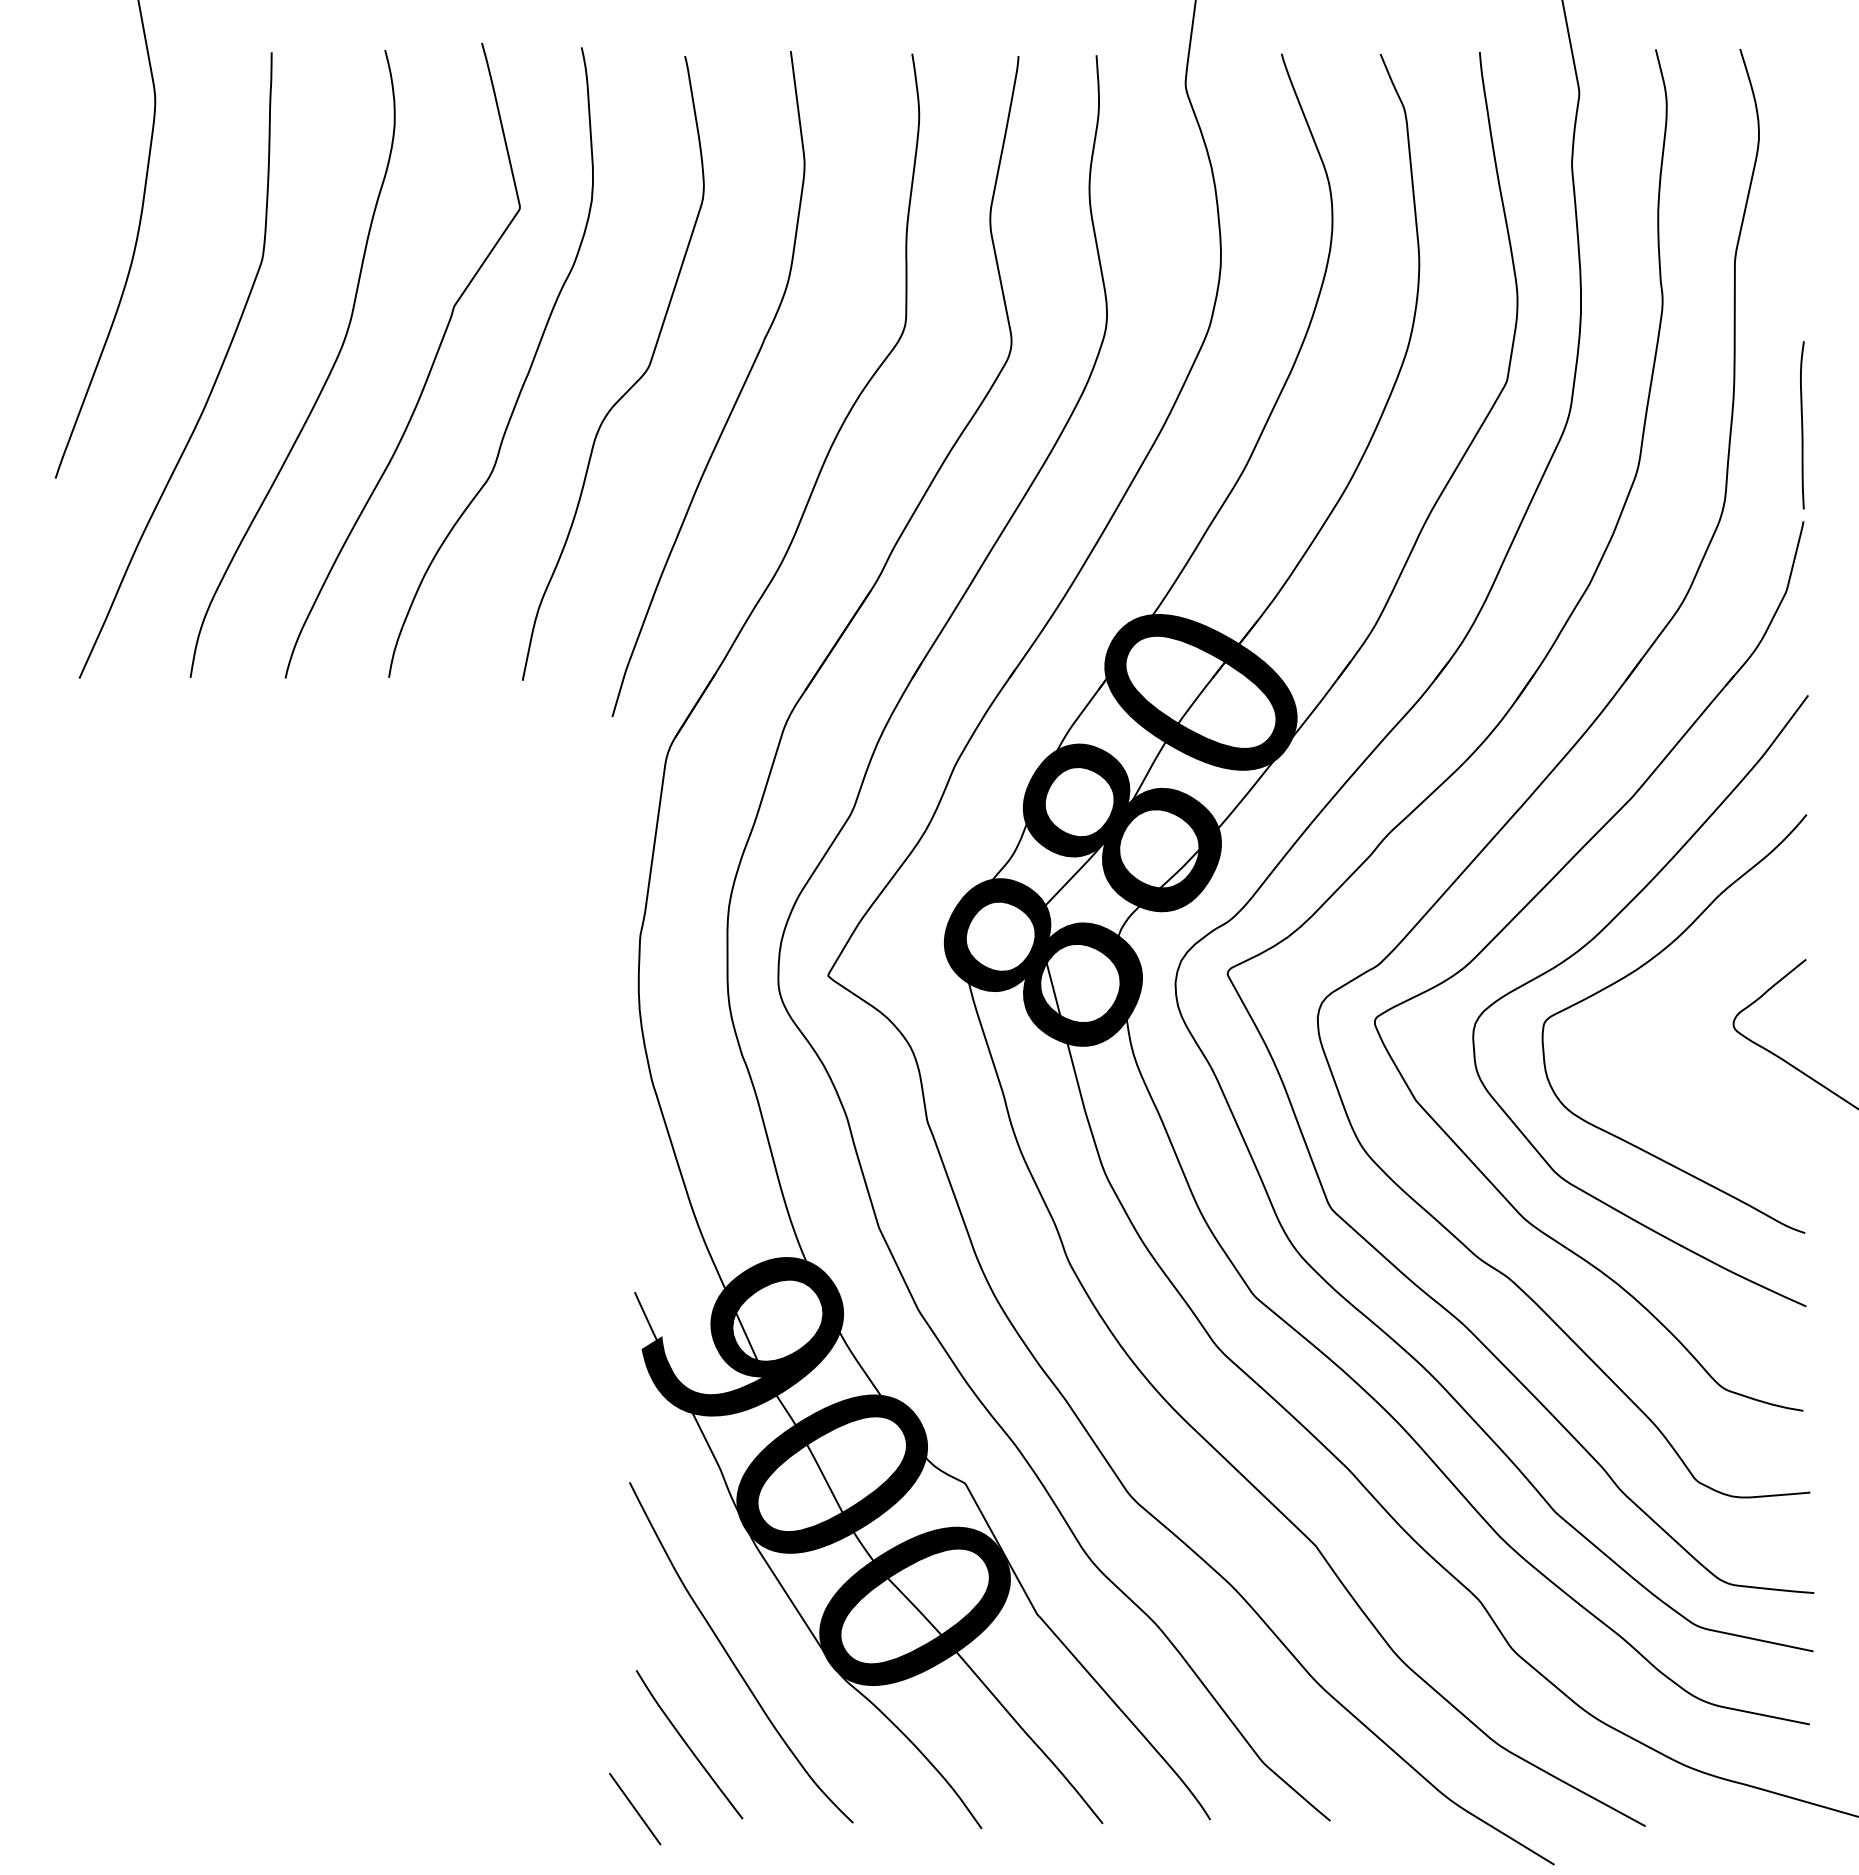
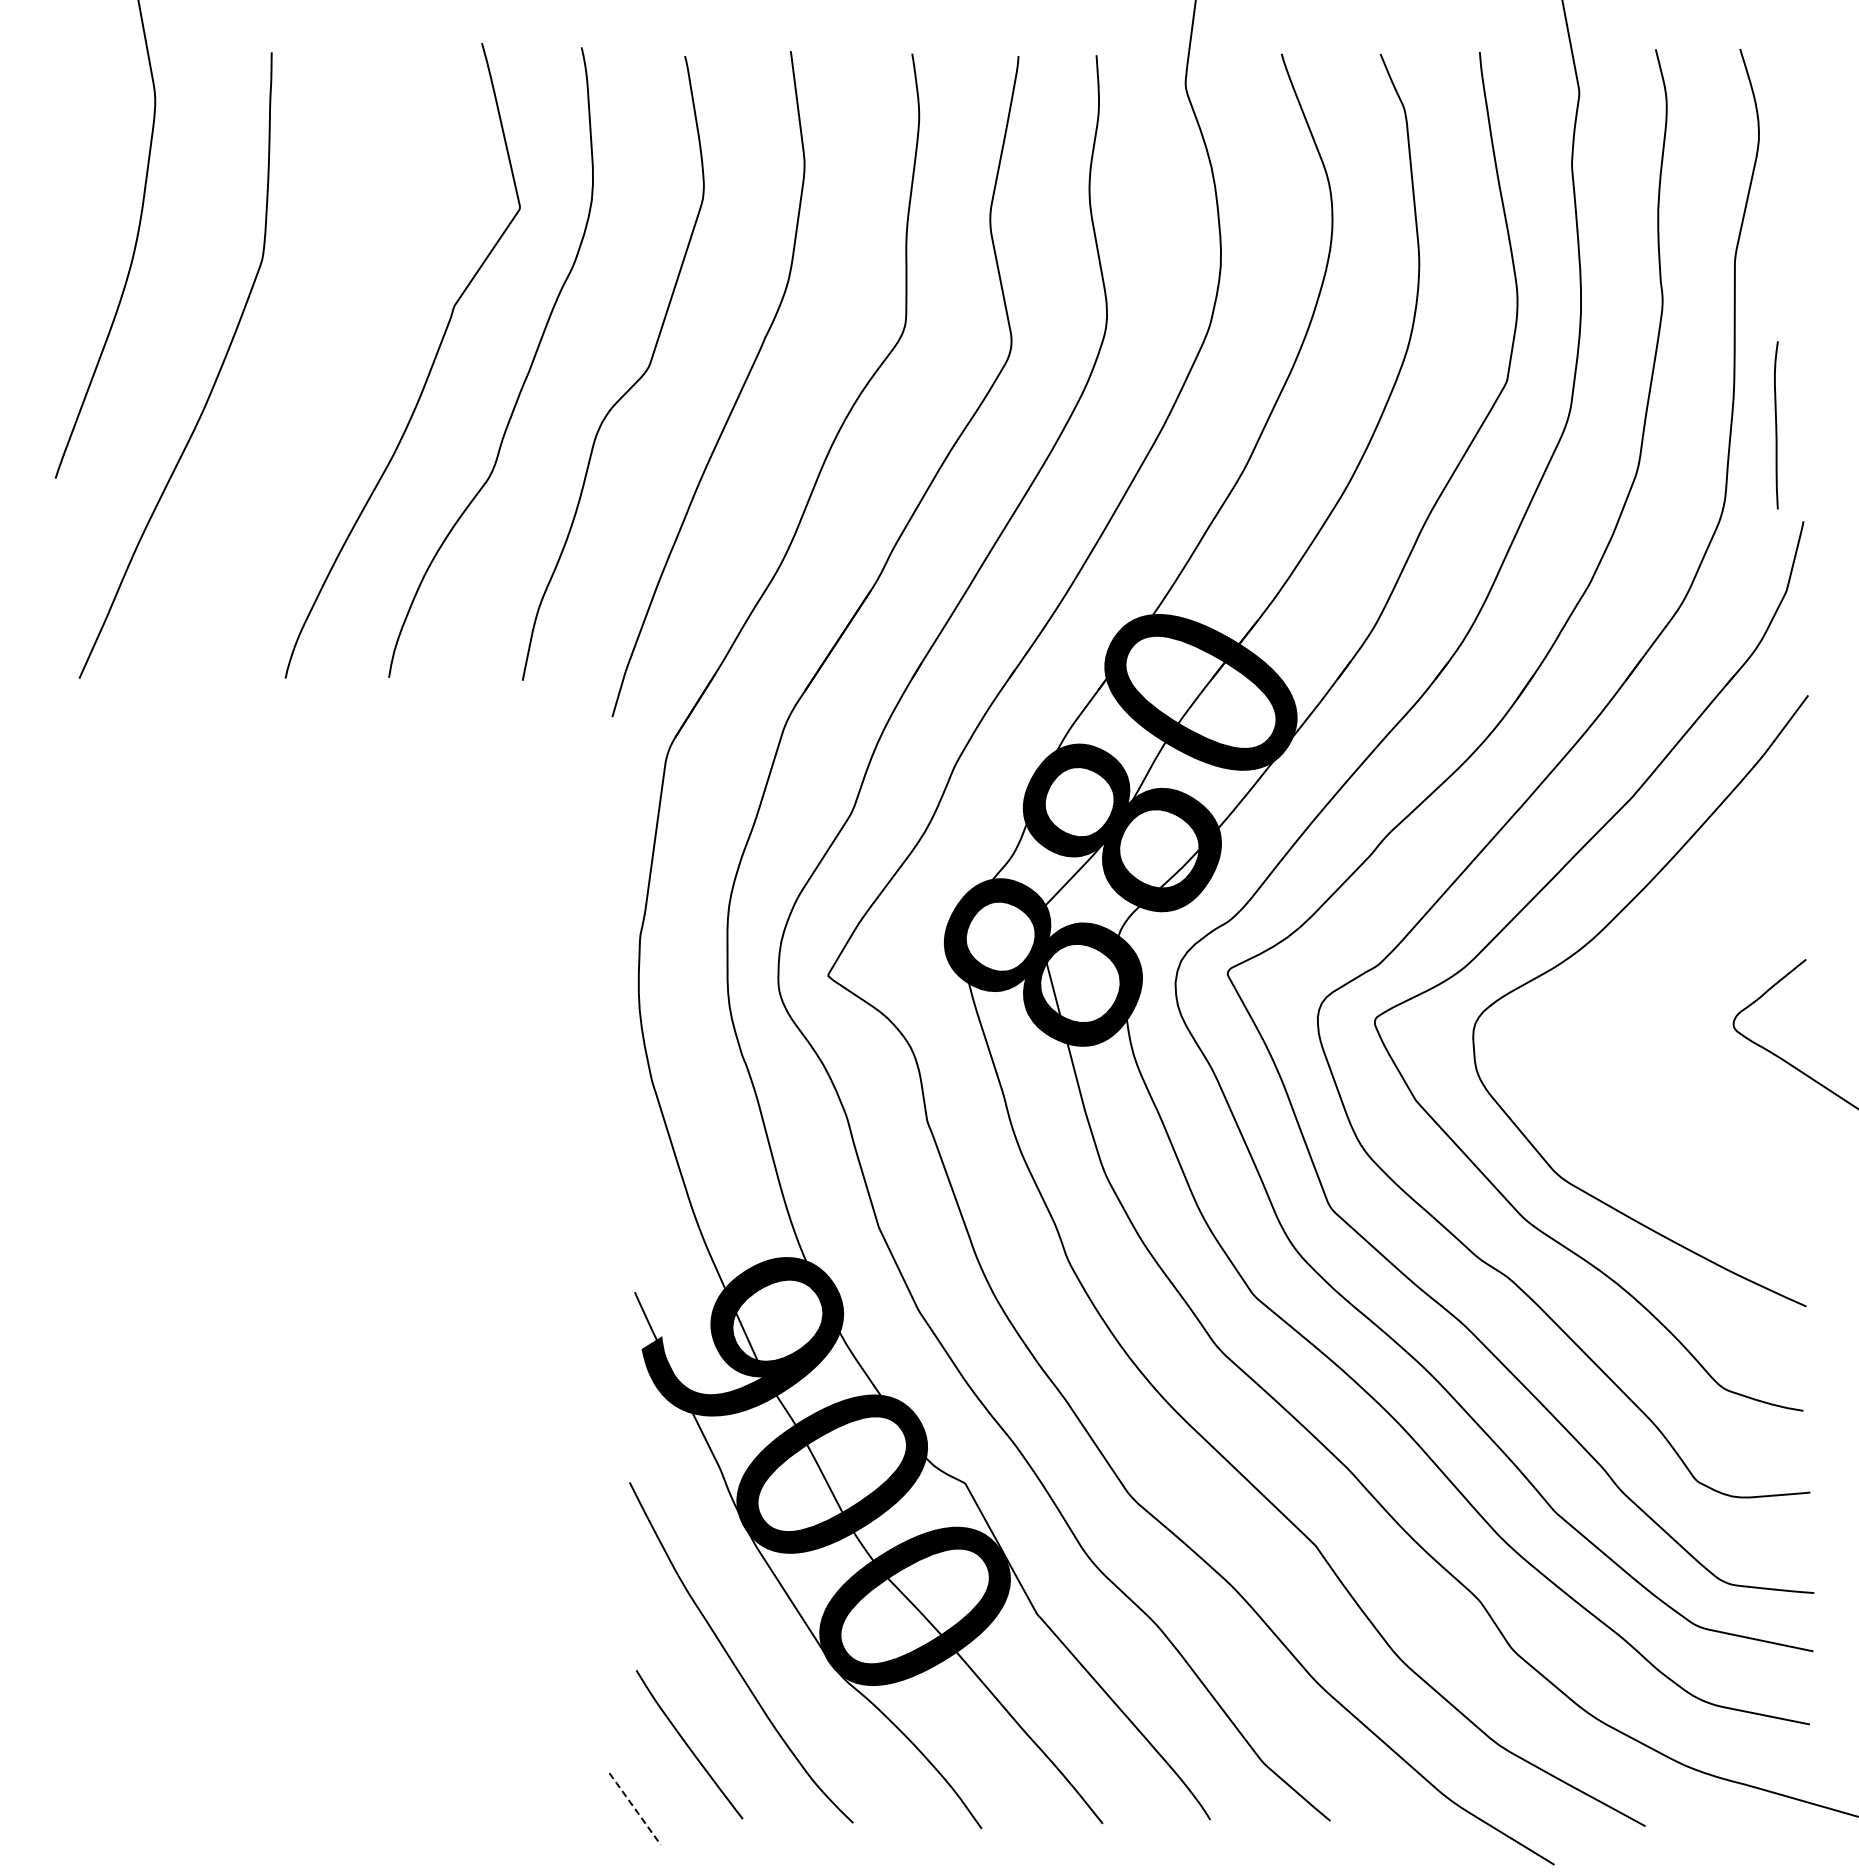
curve at (325, 380): present -> none
curve at (1802, 425) position: (1802, 425) -> (1776, 425)
curve at (1636, 971): present -> none
line at (635, 1809): solid -> dashed
